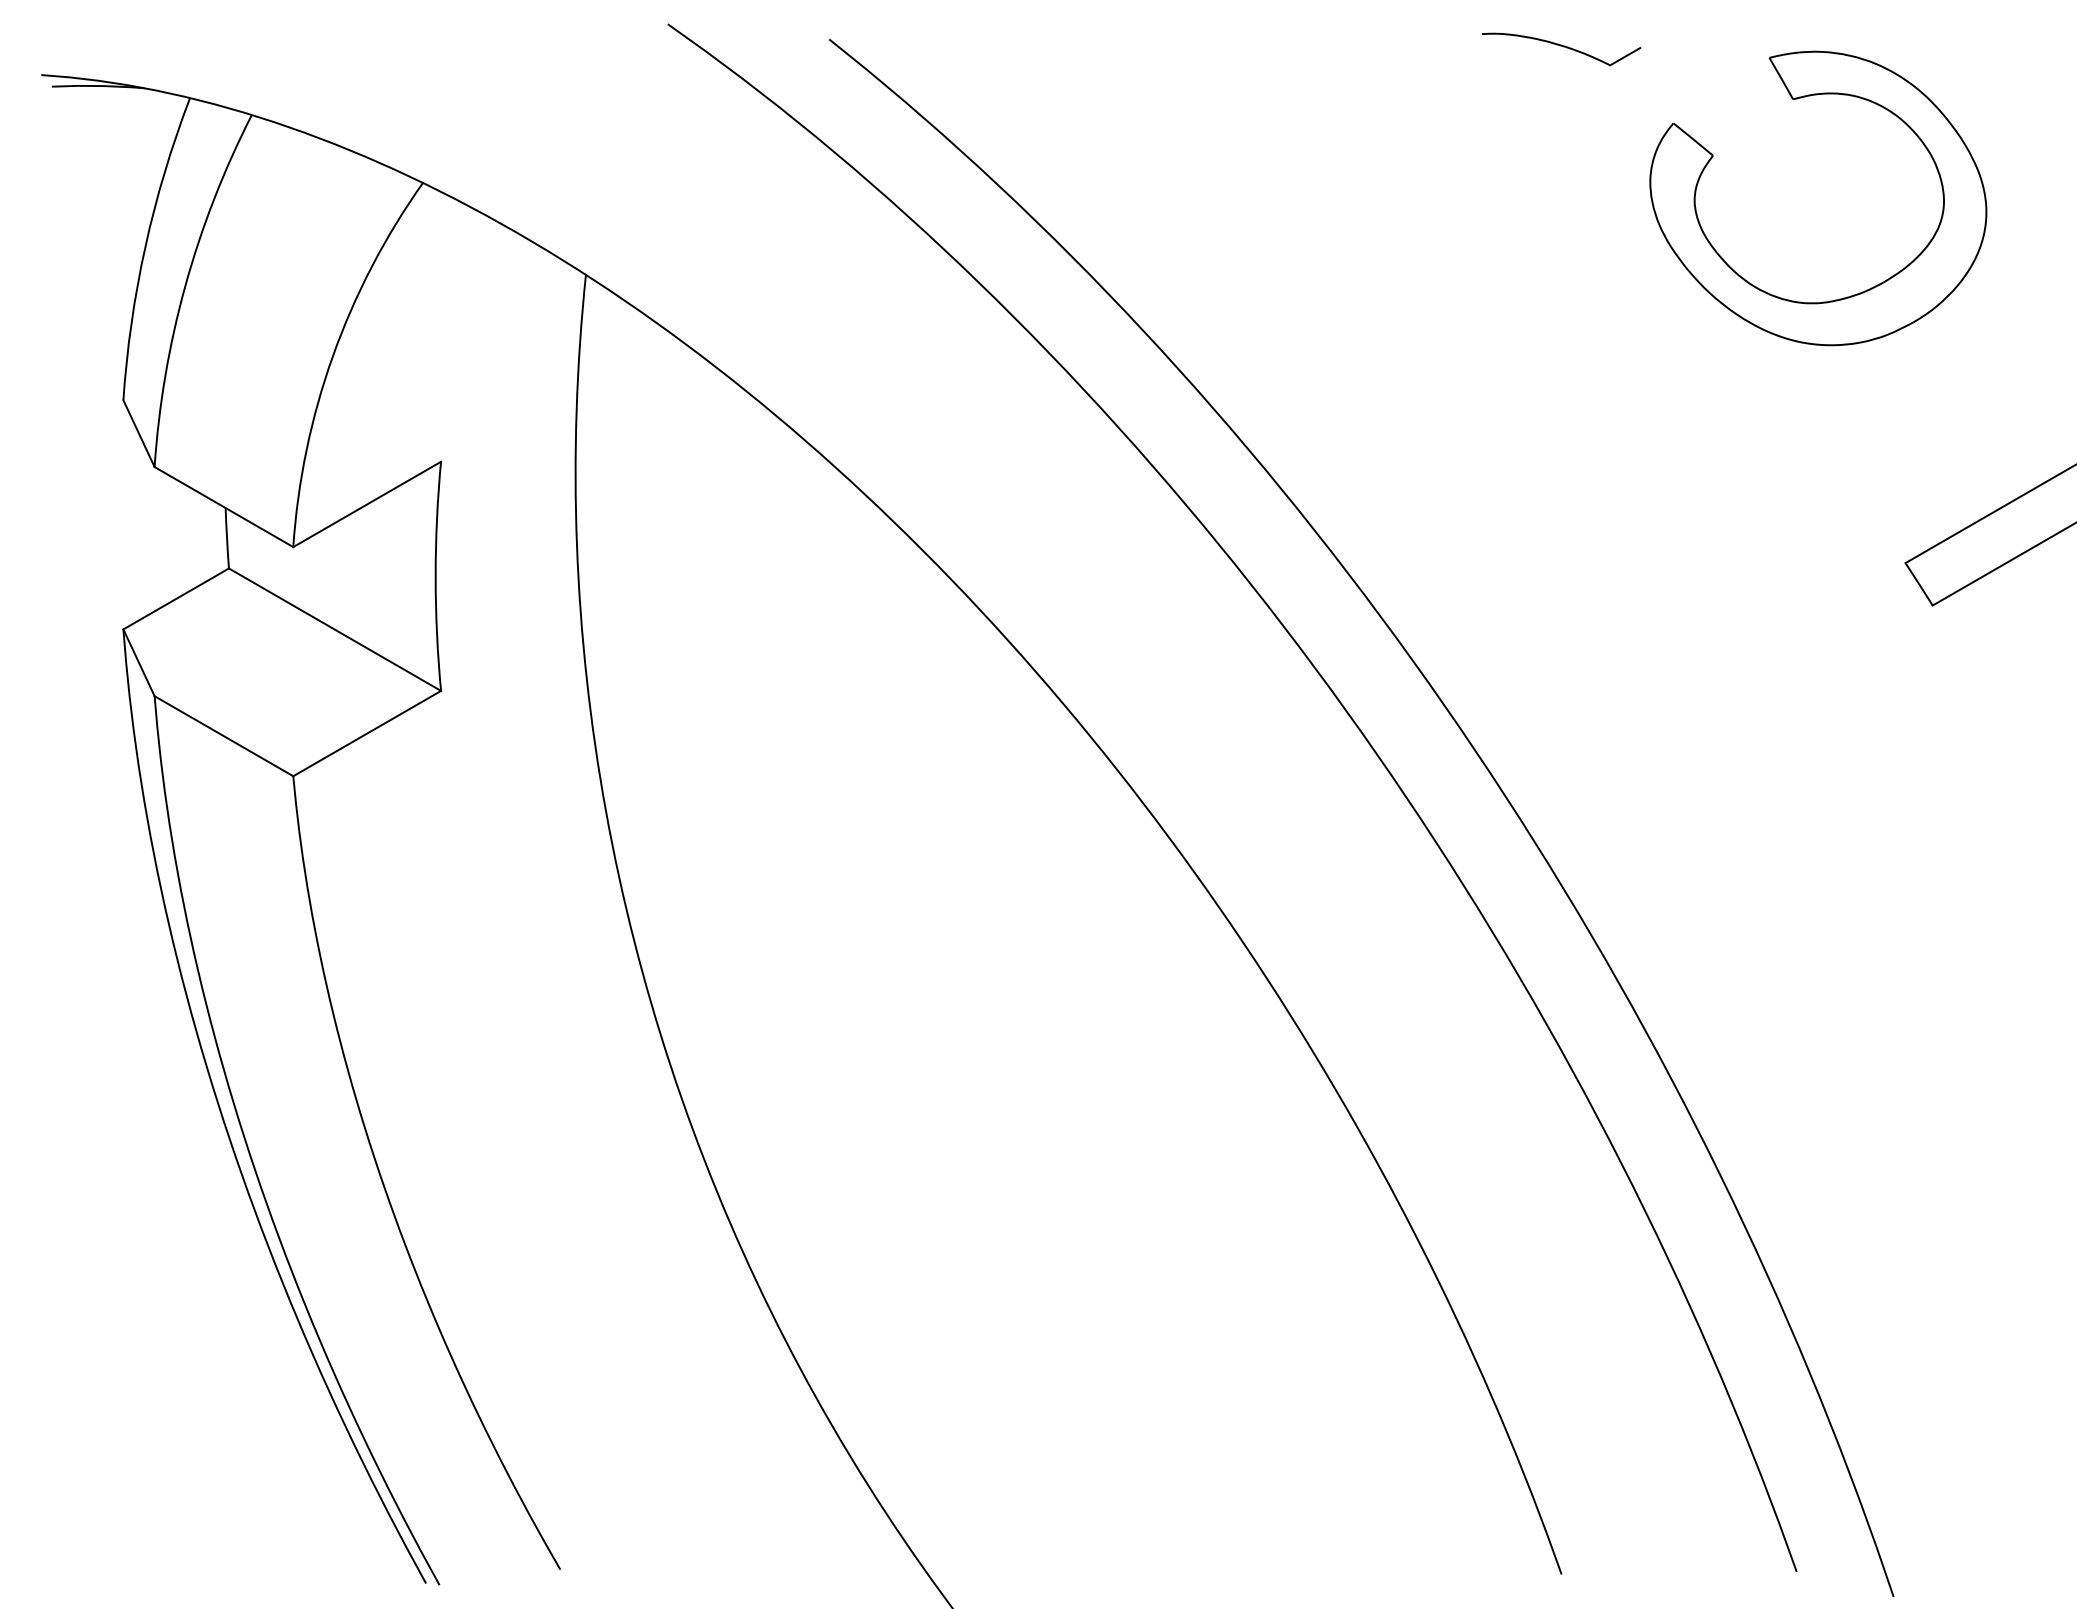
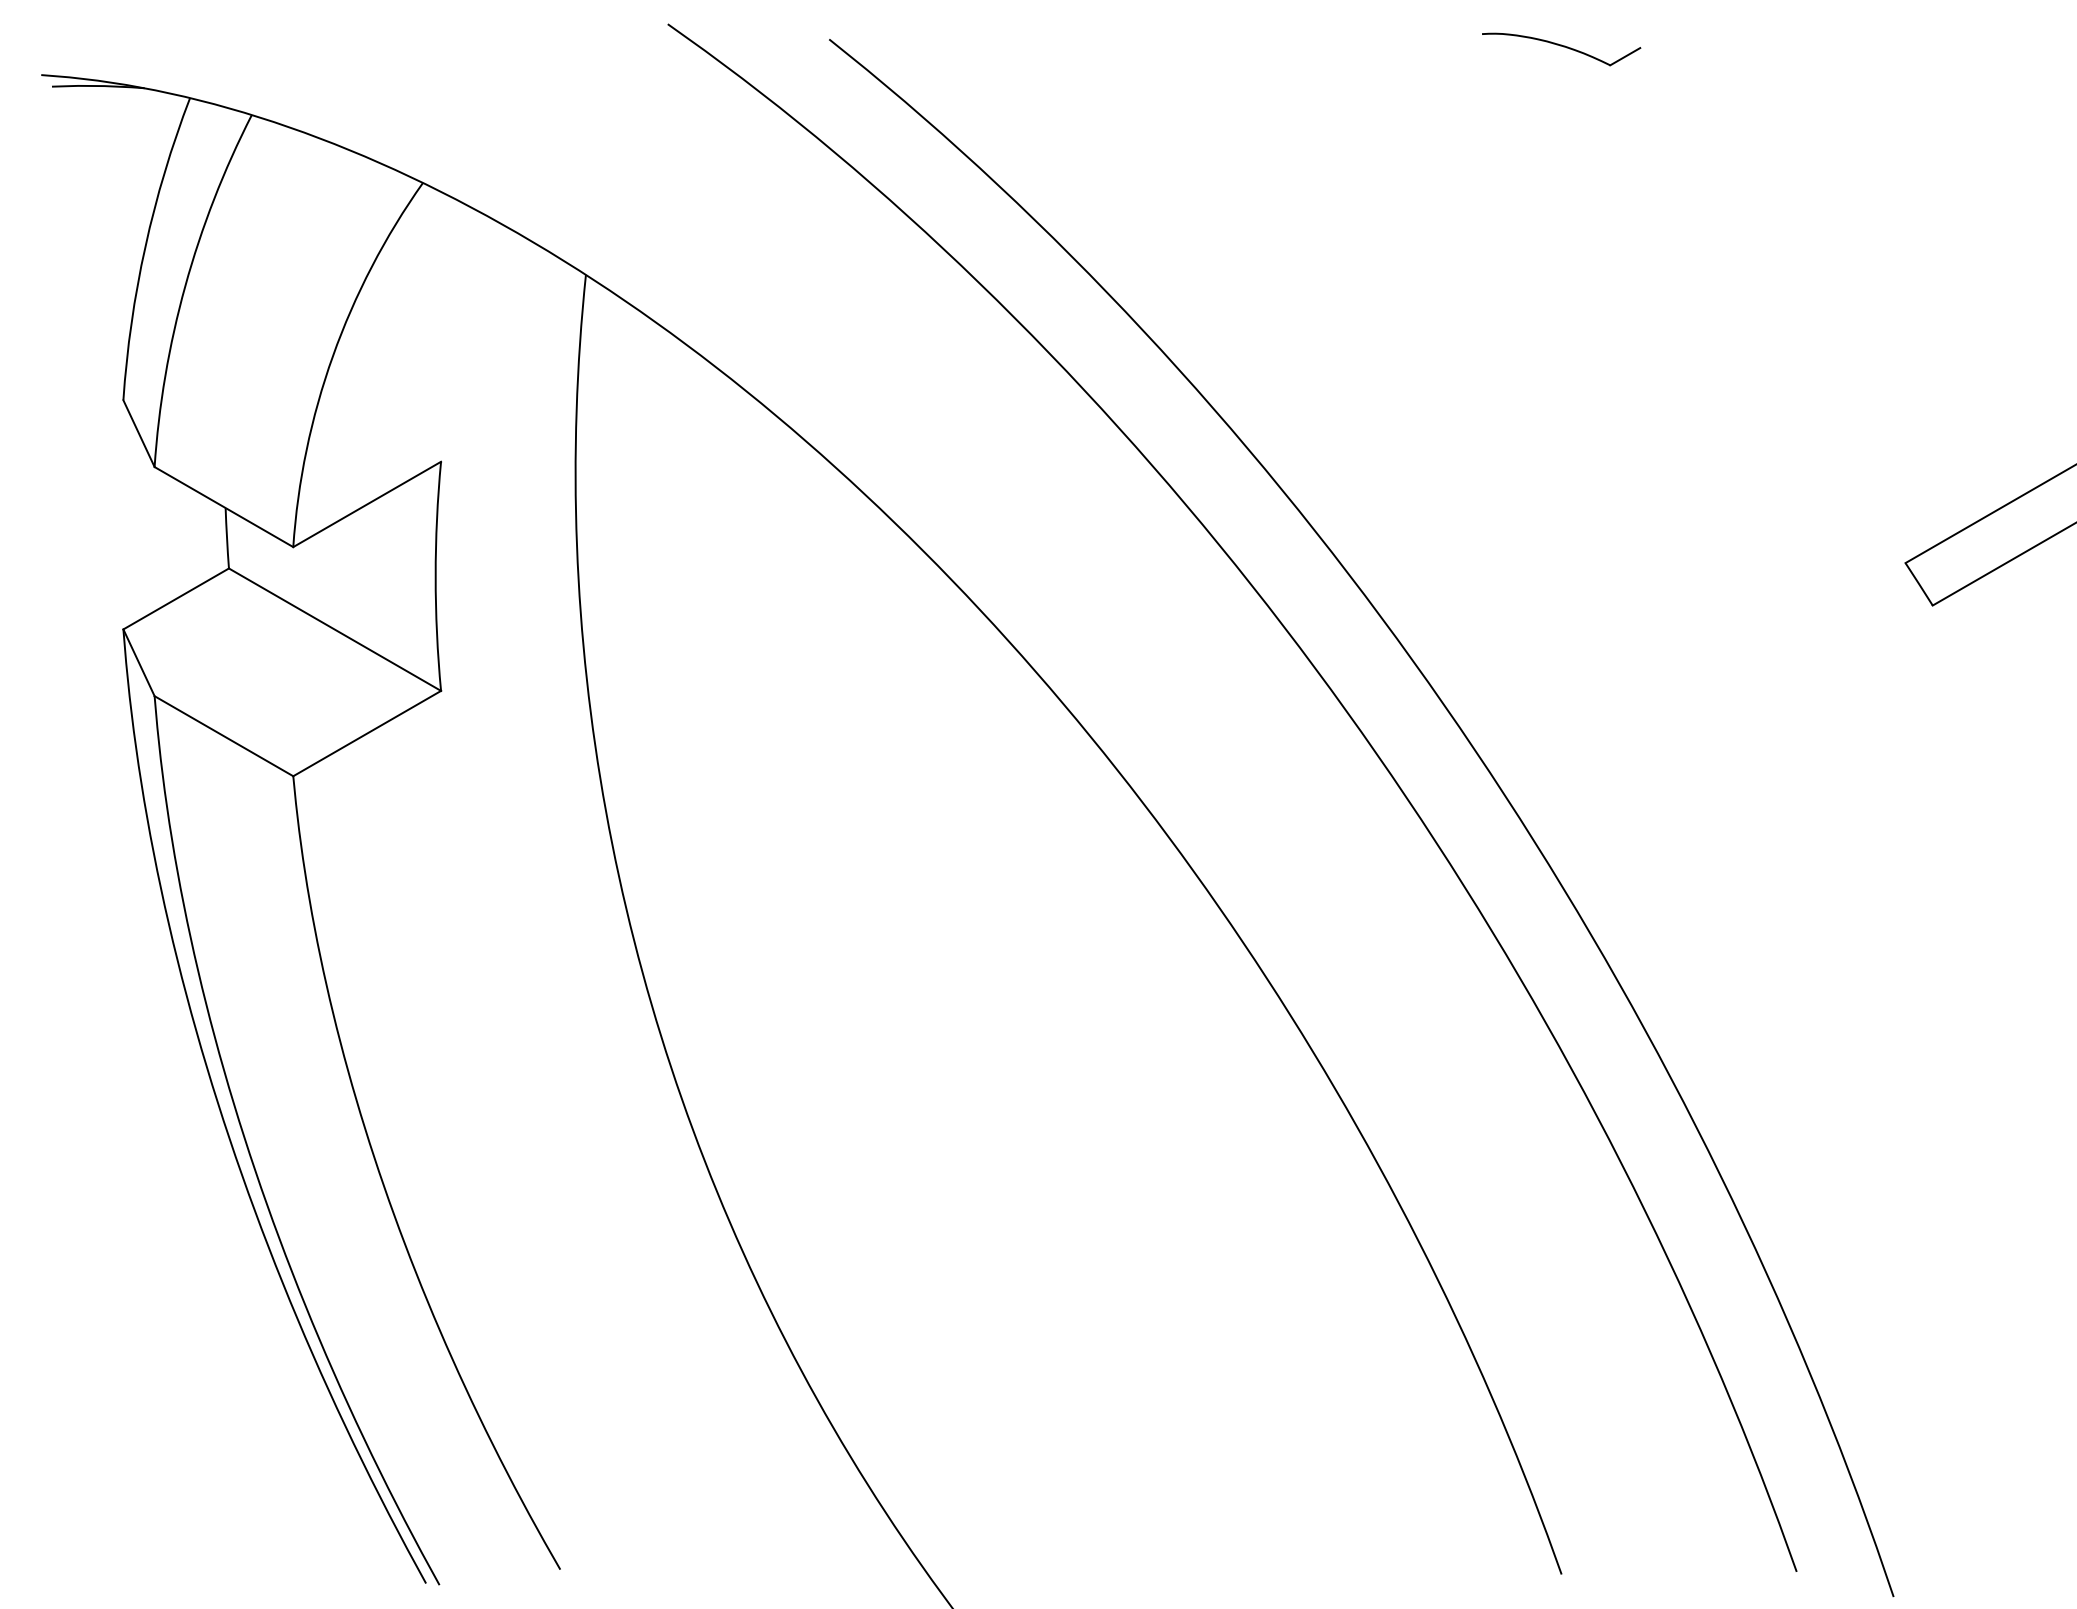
part at (1793, 100): present -> none
